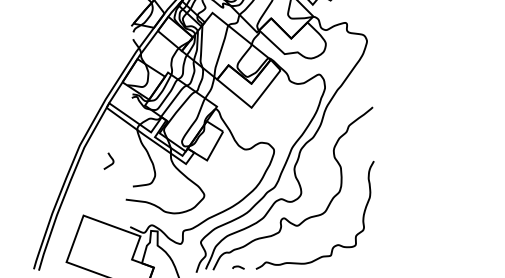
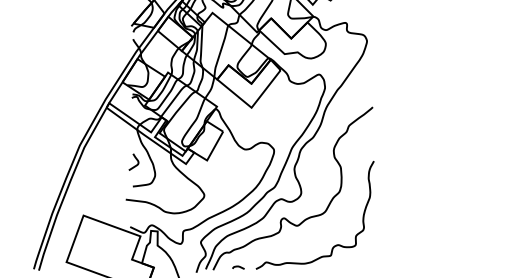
curve at (110, 158) position: (110, 158) -> (135, 159)
